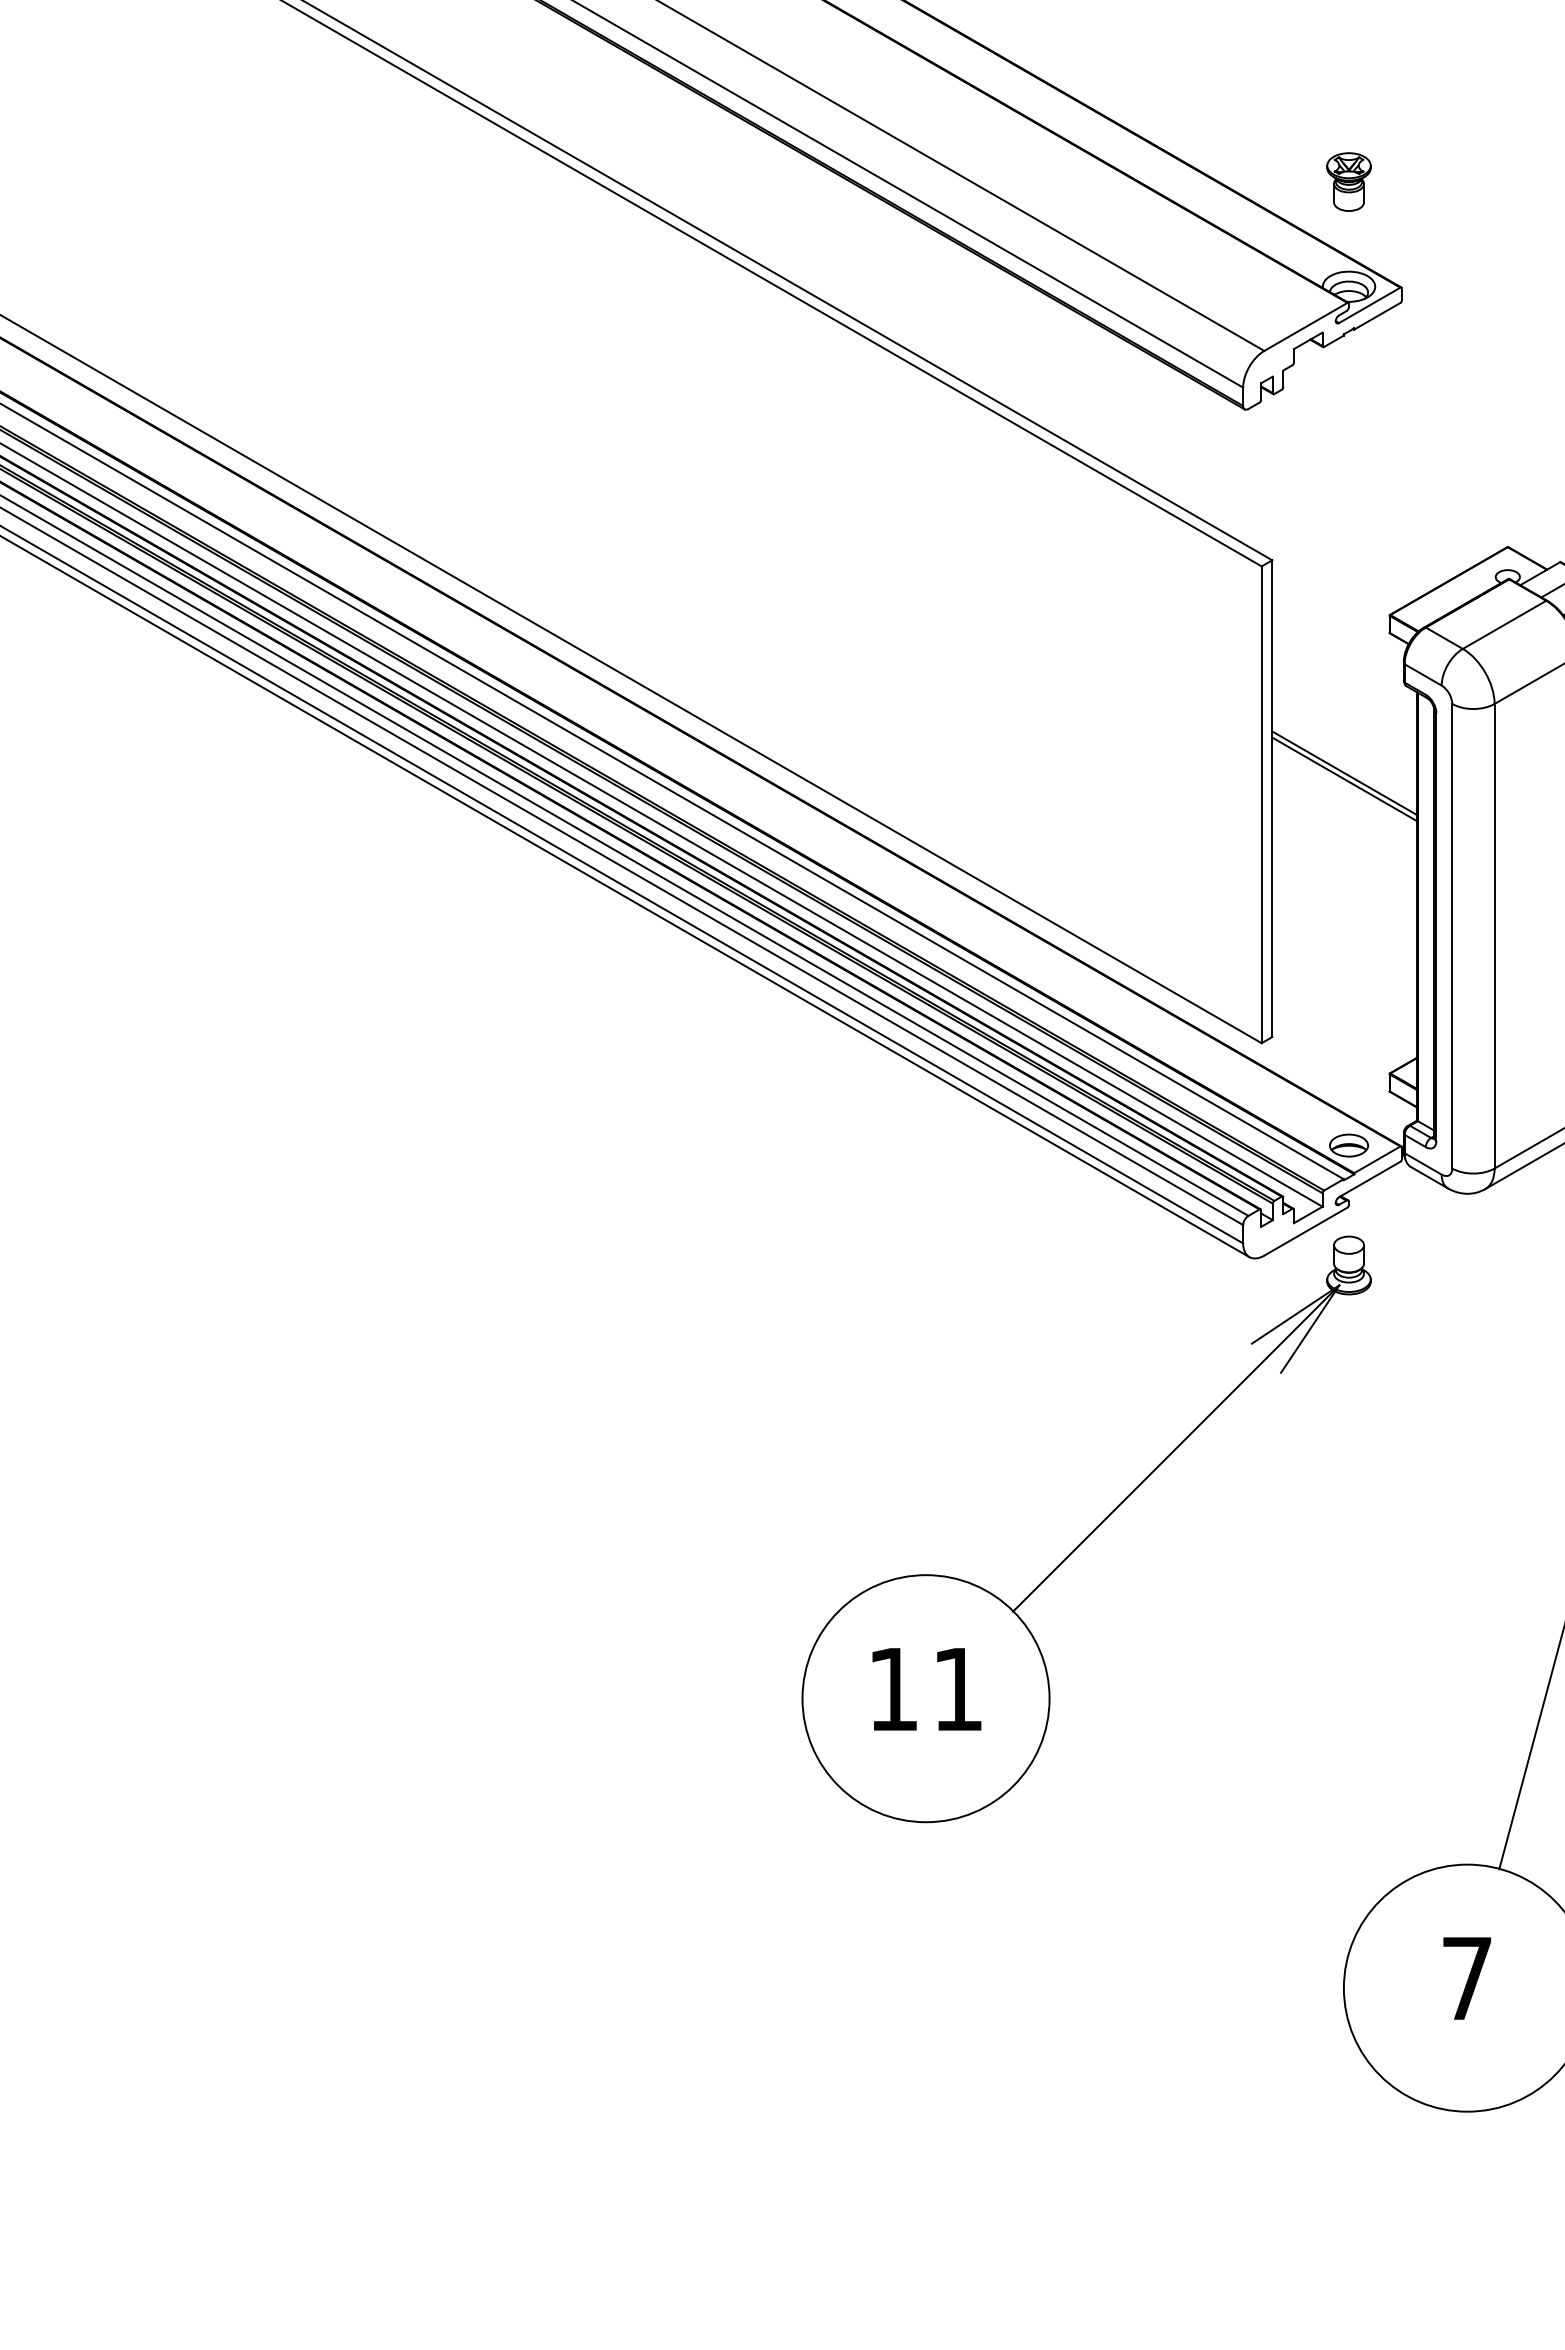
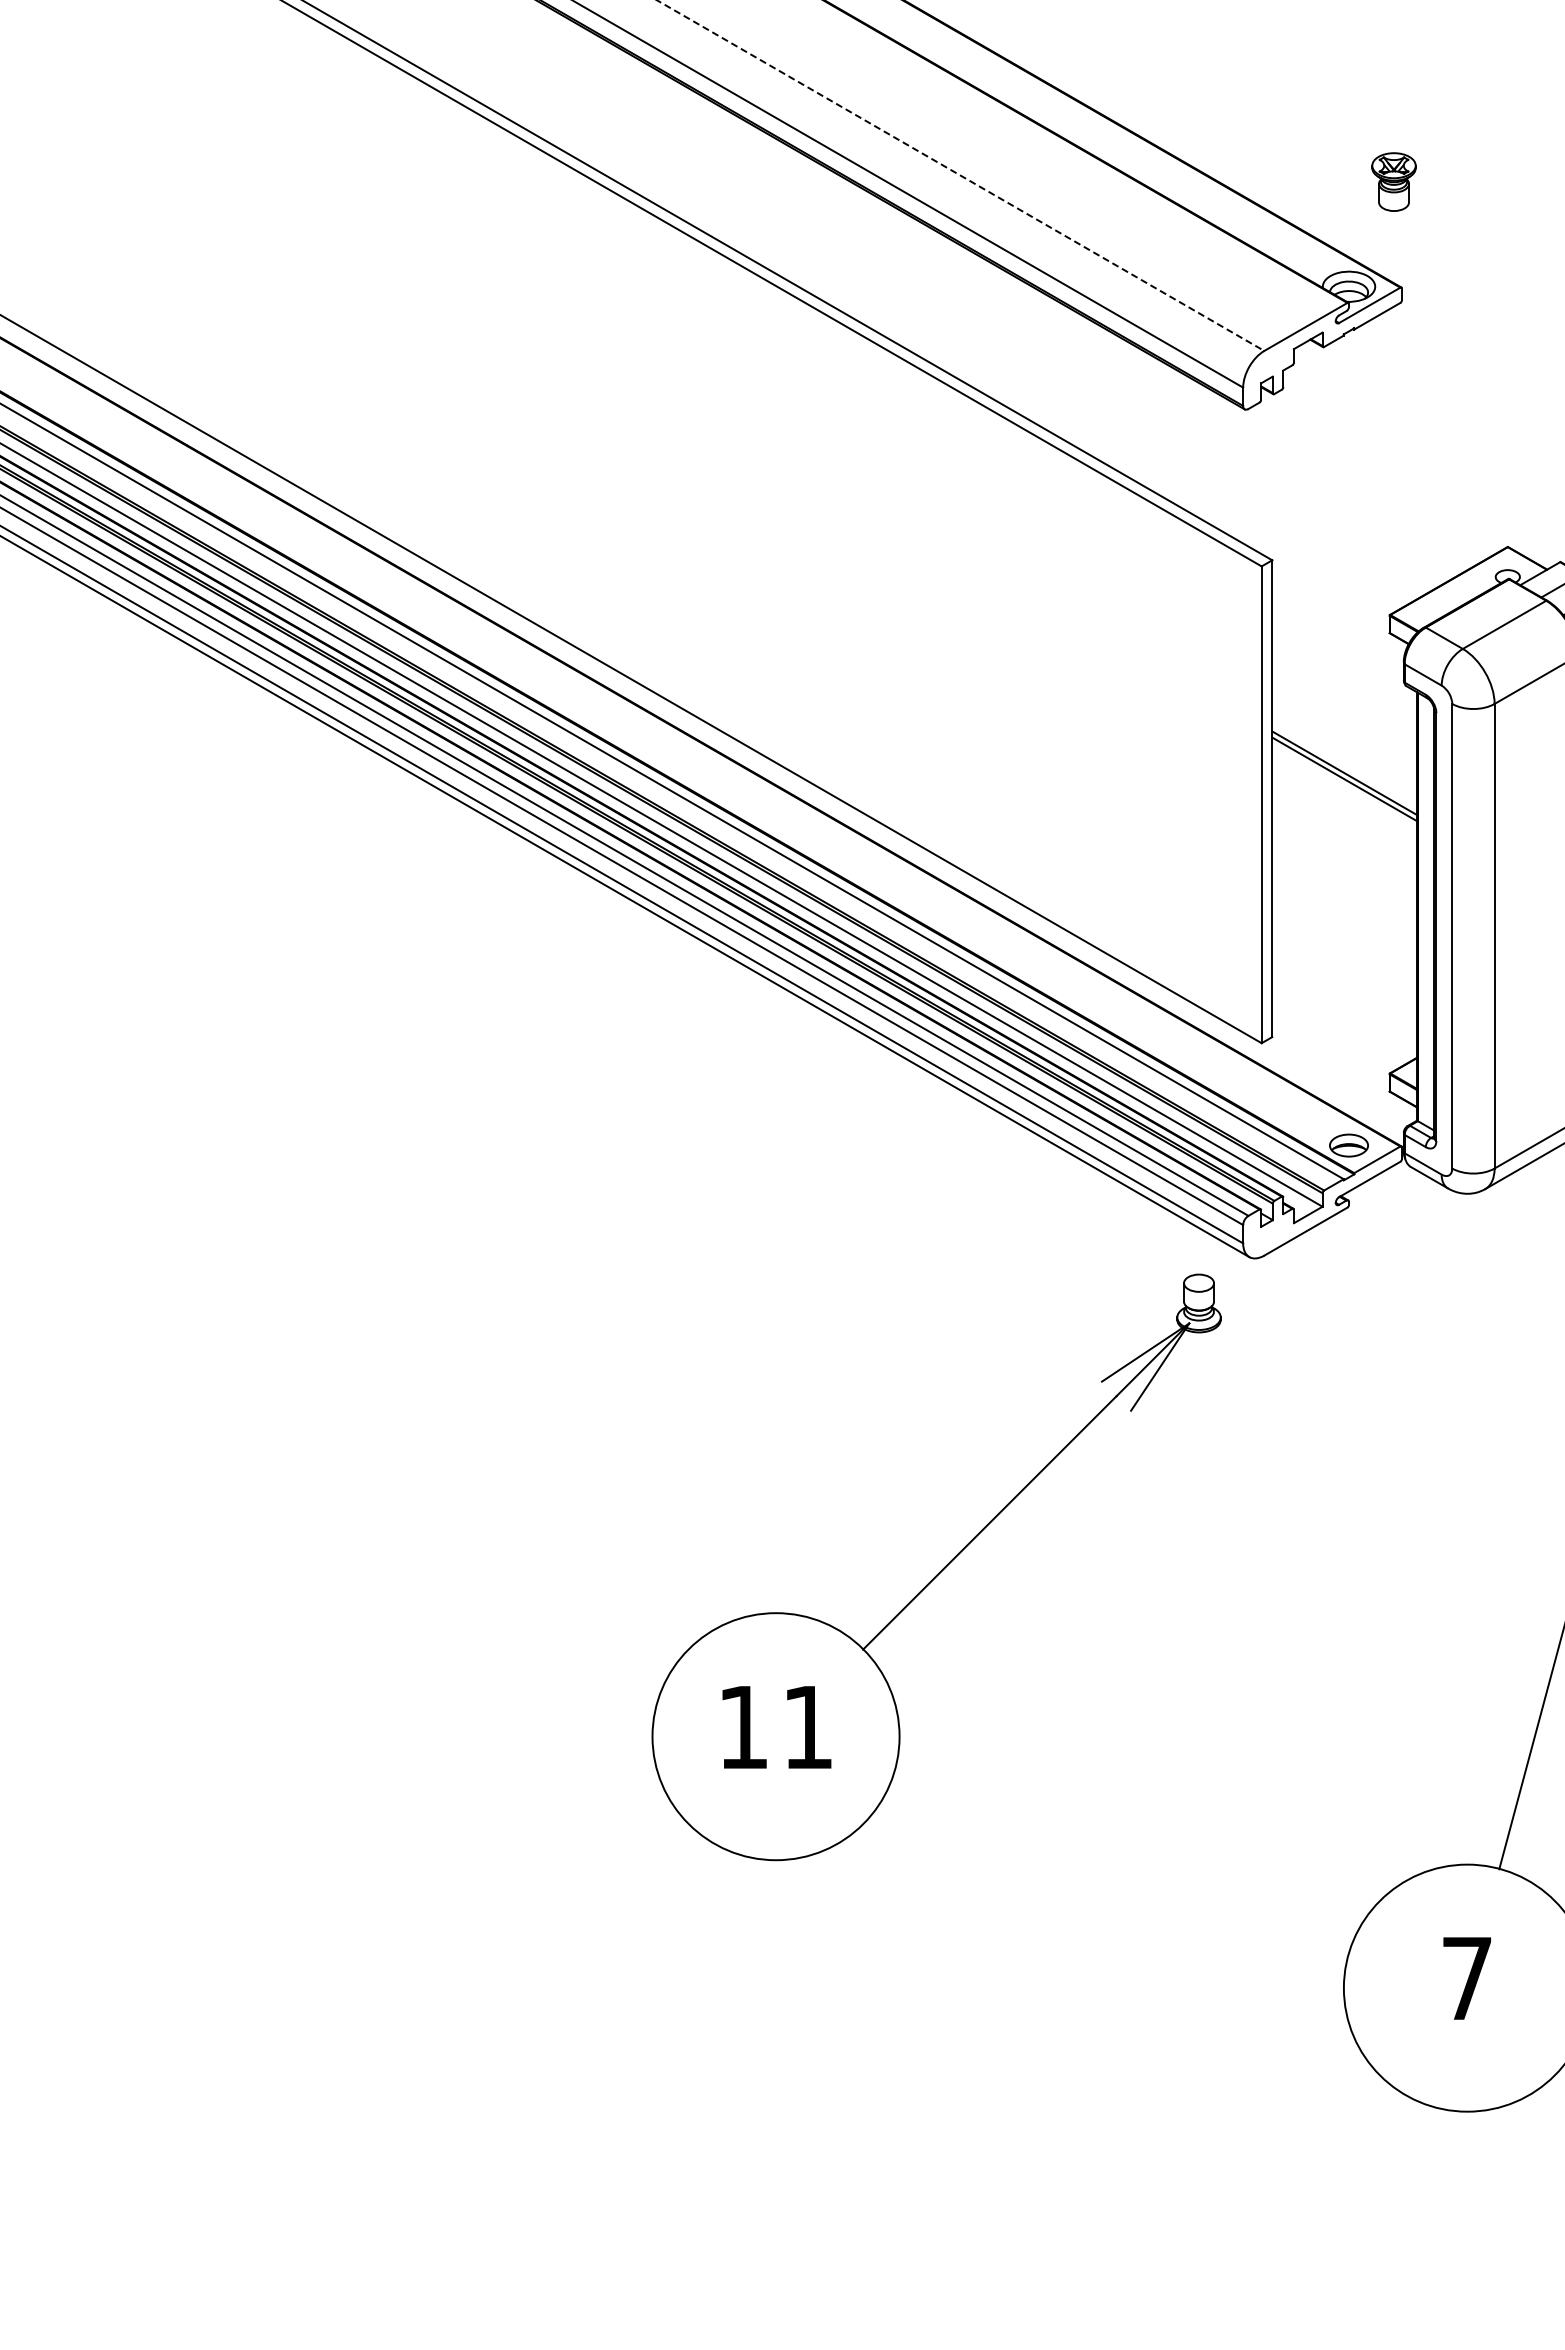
line at (960, 175): solid -> dashed
part at (1348, 181) position: (1348, 181) -> (1393, 181)
part at (1086, 1529) position: (1086, 1529) -> (936, 1567)
